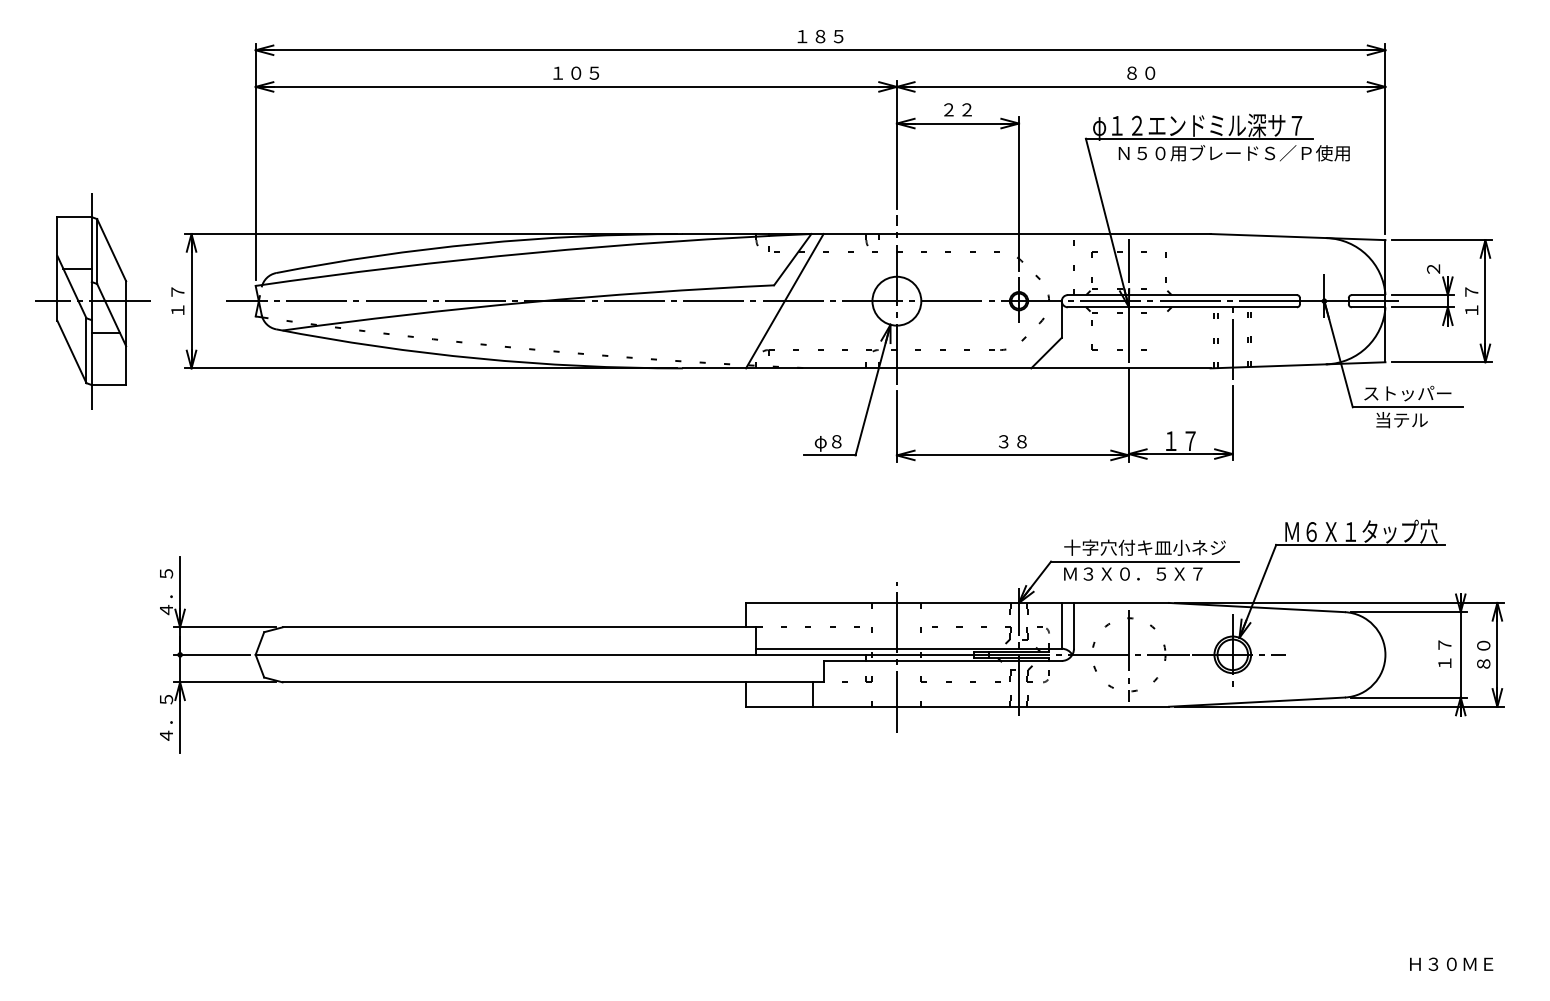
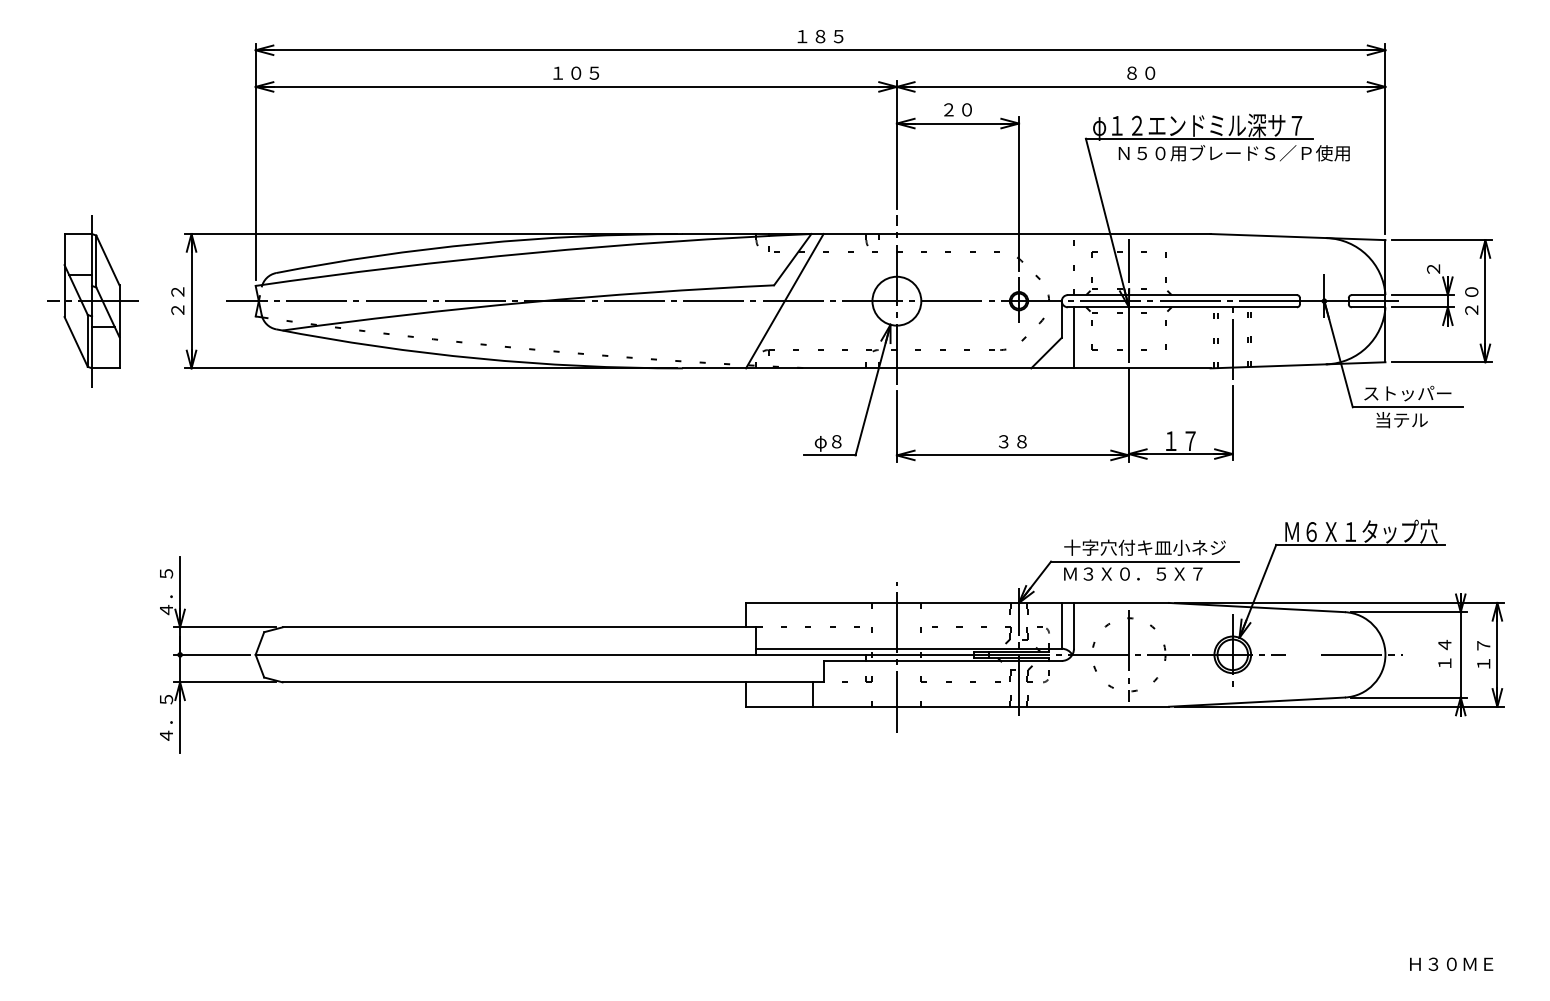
text at (966, 109): ２２ -> ２０
text at (177, 300): １７ -> ２２
text at (1471, 300): １７ -> ２０
part at (92, 301) size: 116x217 px -> 92x173 px
line at (1165, 325): none -> present
line at (1073, 337): none -> present
text at (1444, 644): １７ -> １４
line at (1362, 654): none -> present
text at (1483, 654): ８０ -> １７
